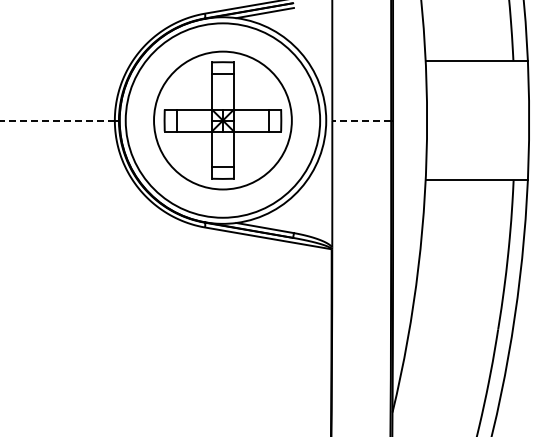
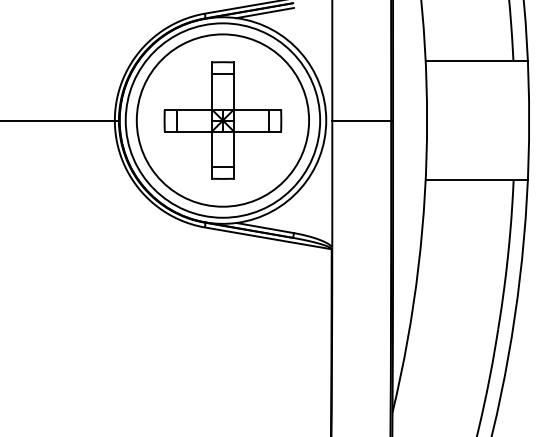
line at (57, 120): dashed -> solid
circle at (222, 120) diameter: 138 px -> 172 px
line at (361, 120): dashed -> solid
